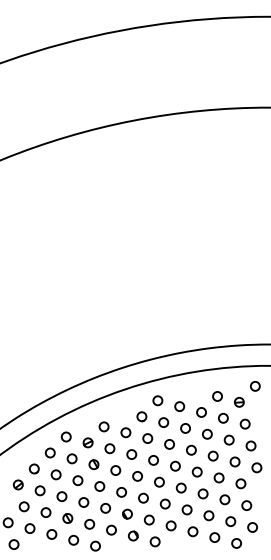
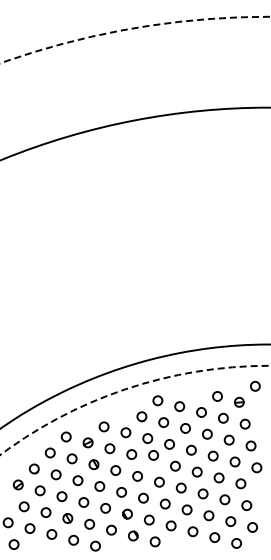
arc at (134, 28): solid -> dashed
arc at (128, 388): solid -> dashed
circle at (153, 460) position: (153, 460) -> (153, 455)
